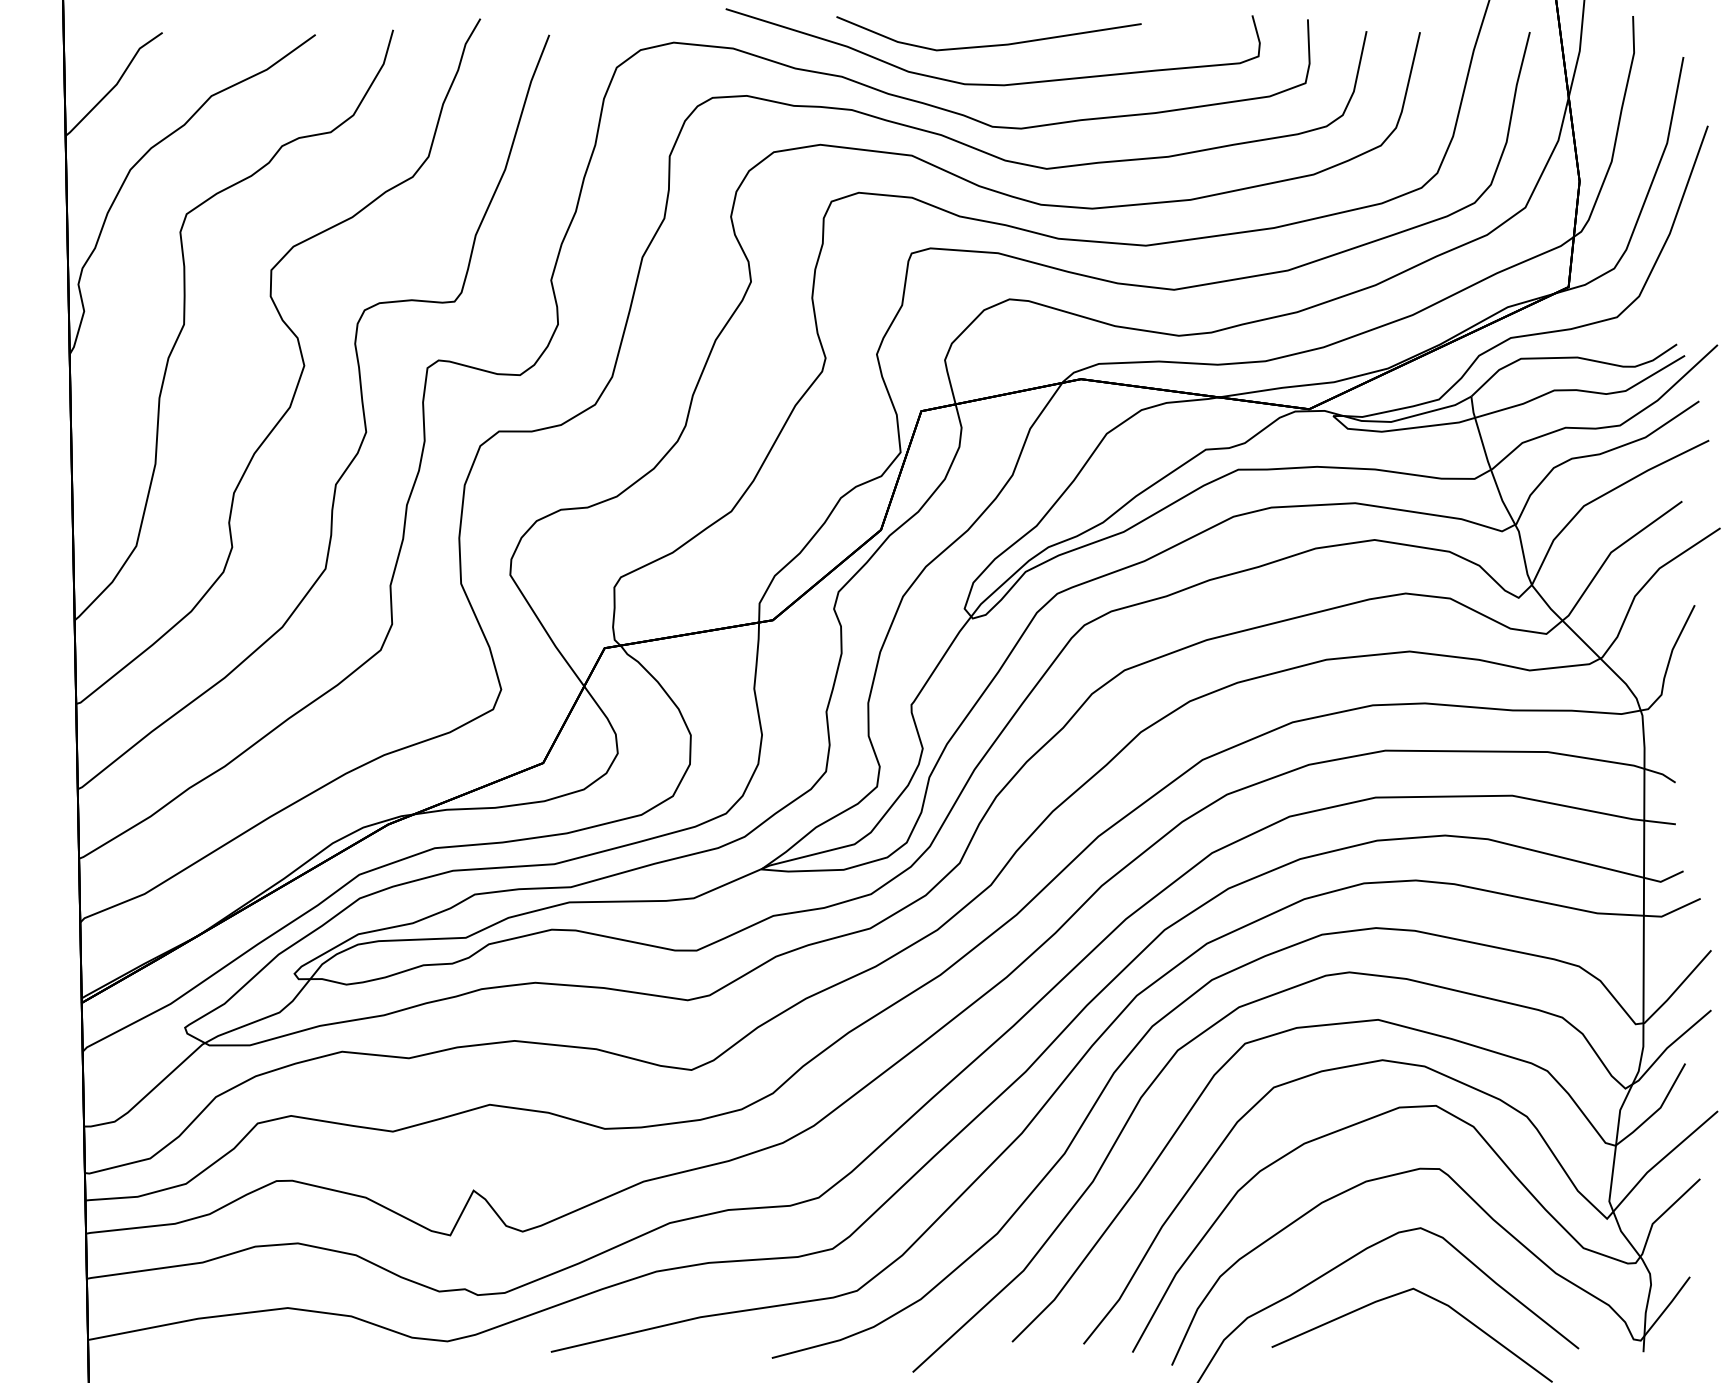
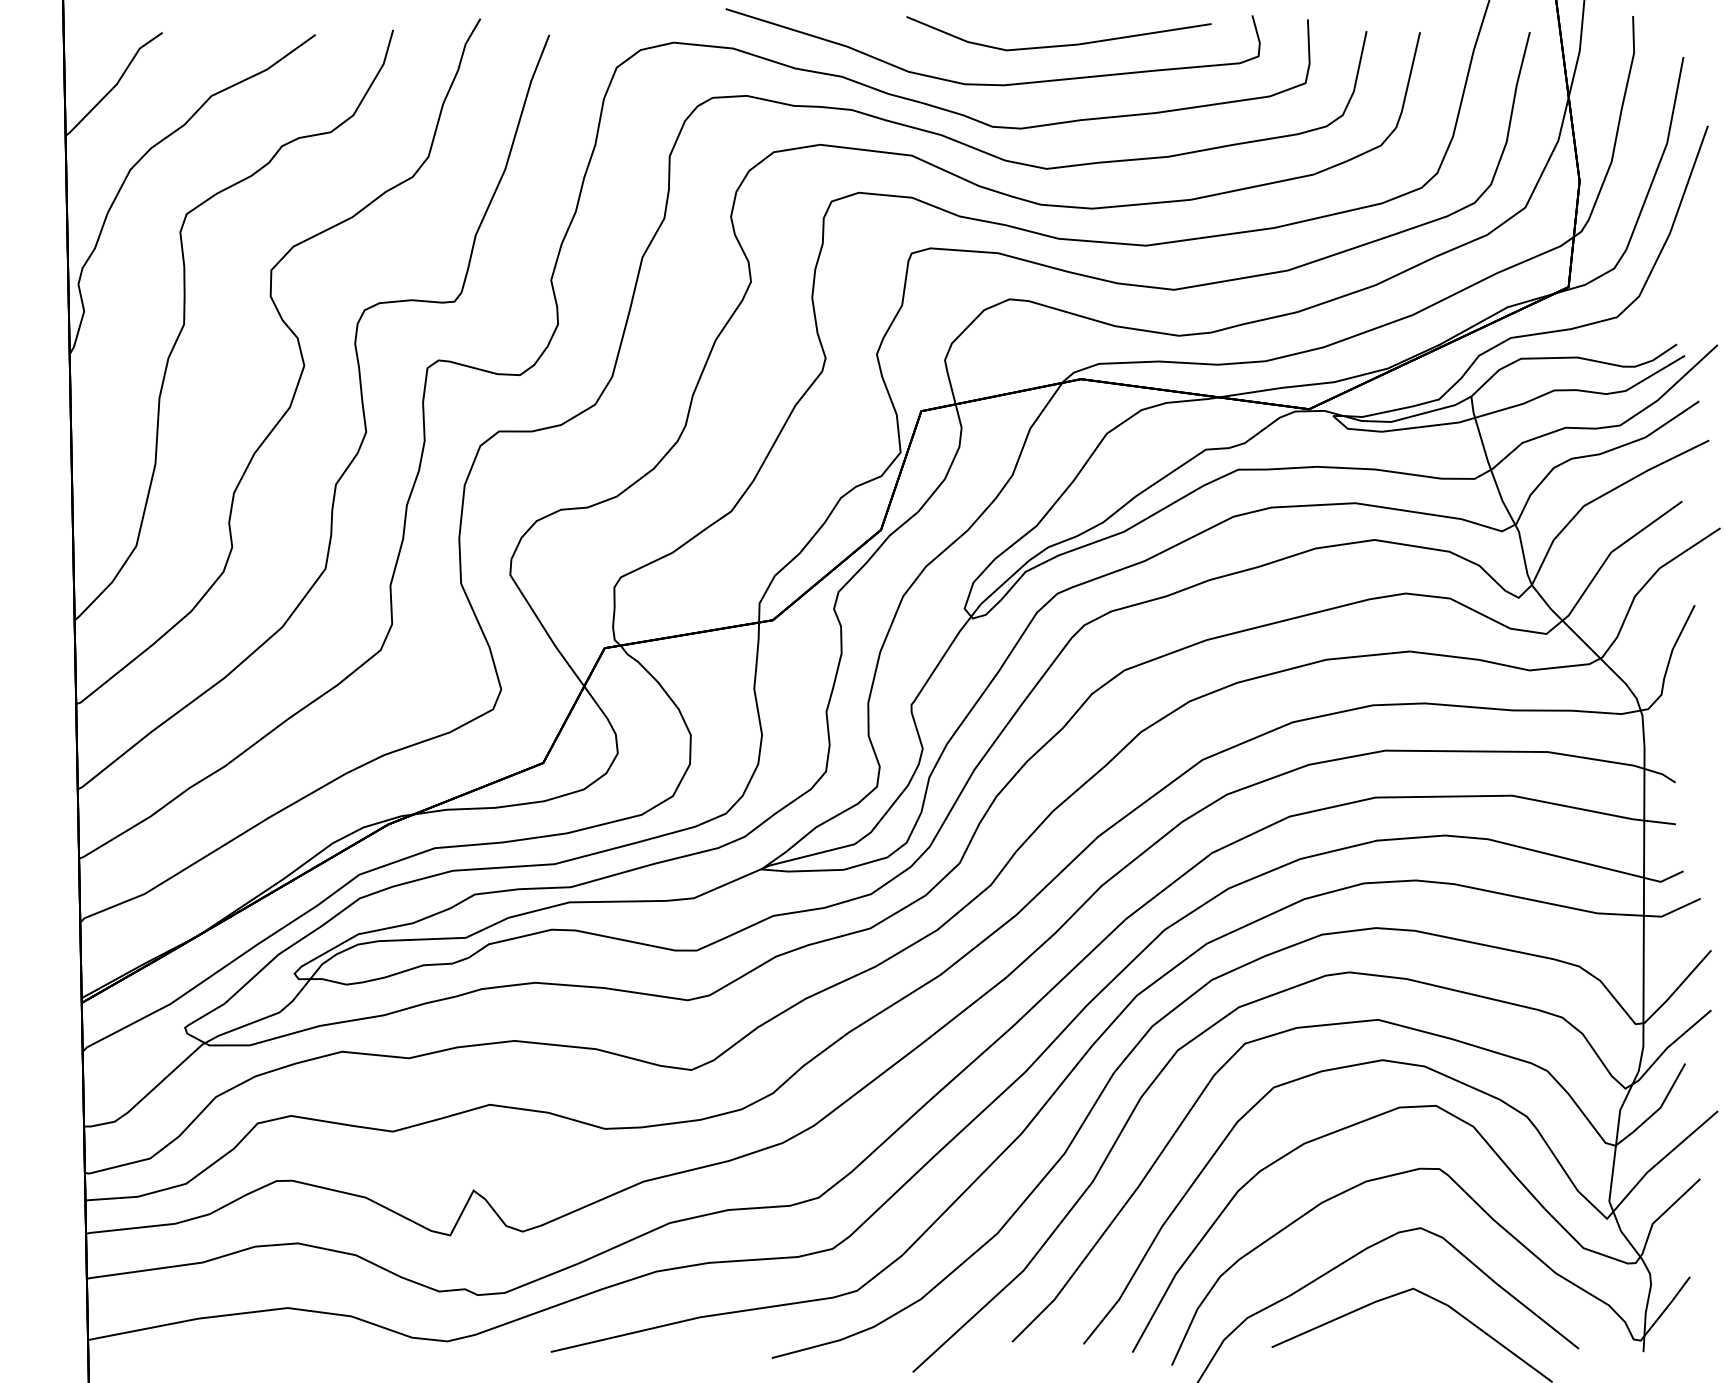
line at (992, 44) position: (992, 44) -> (1062, 44)
